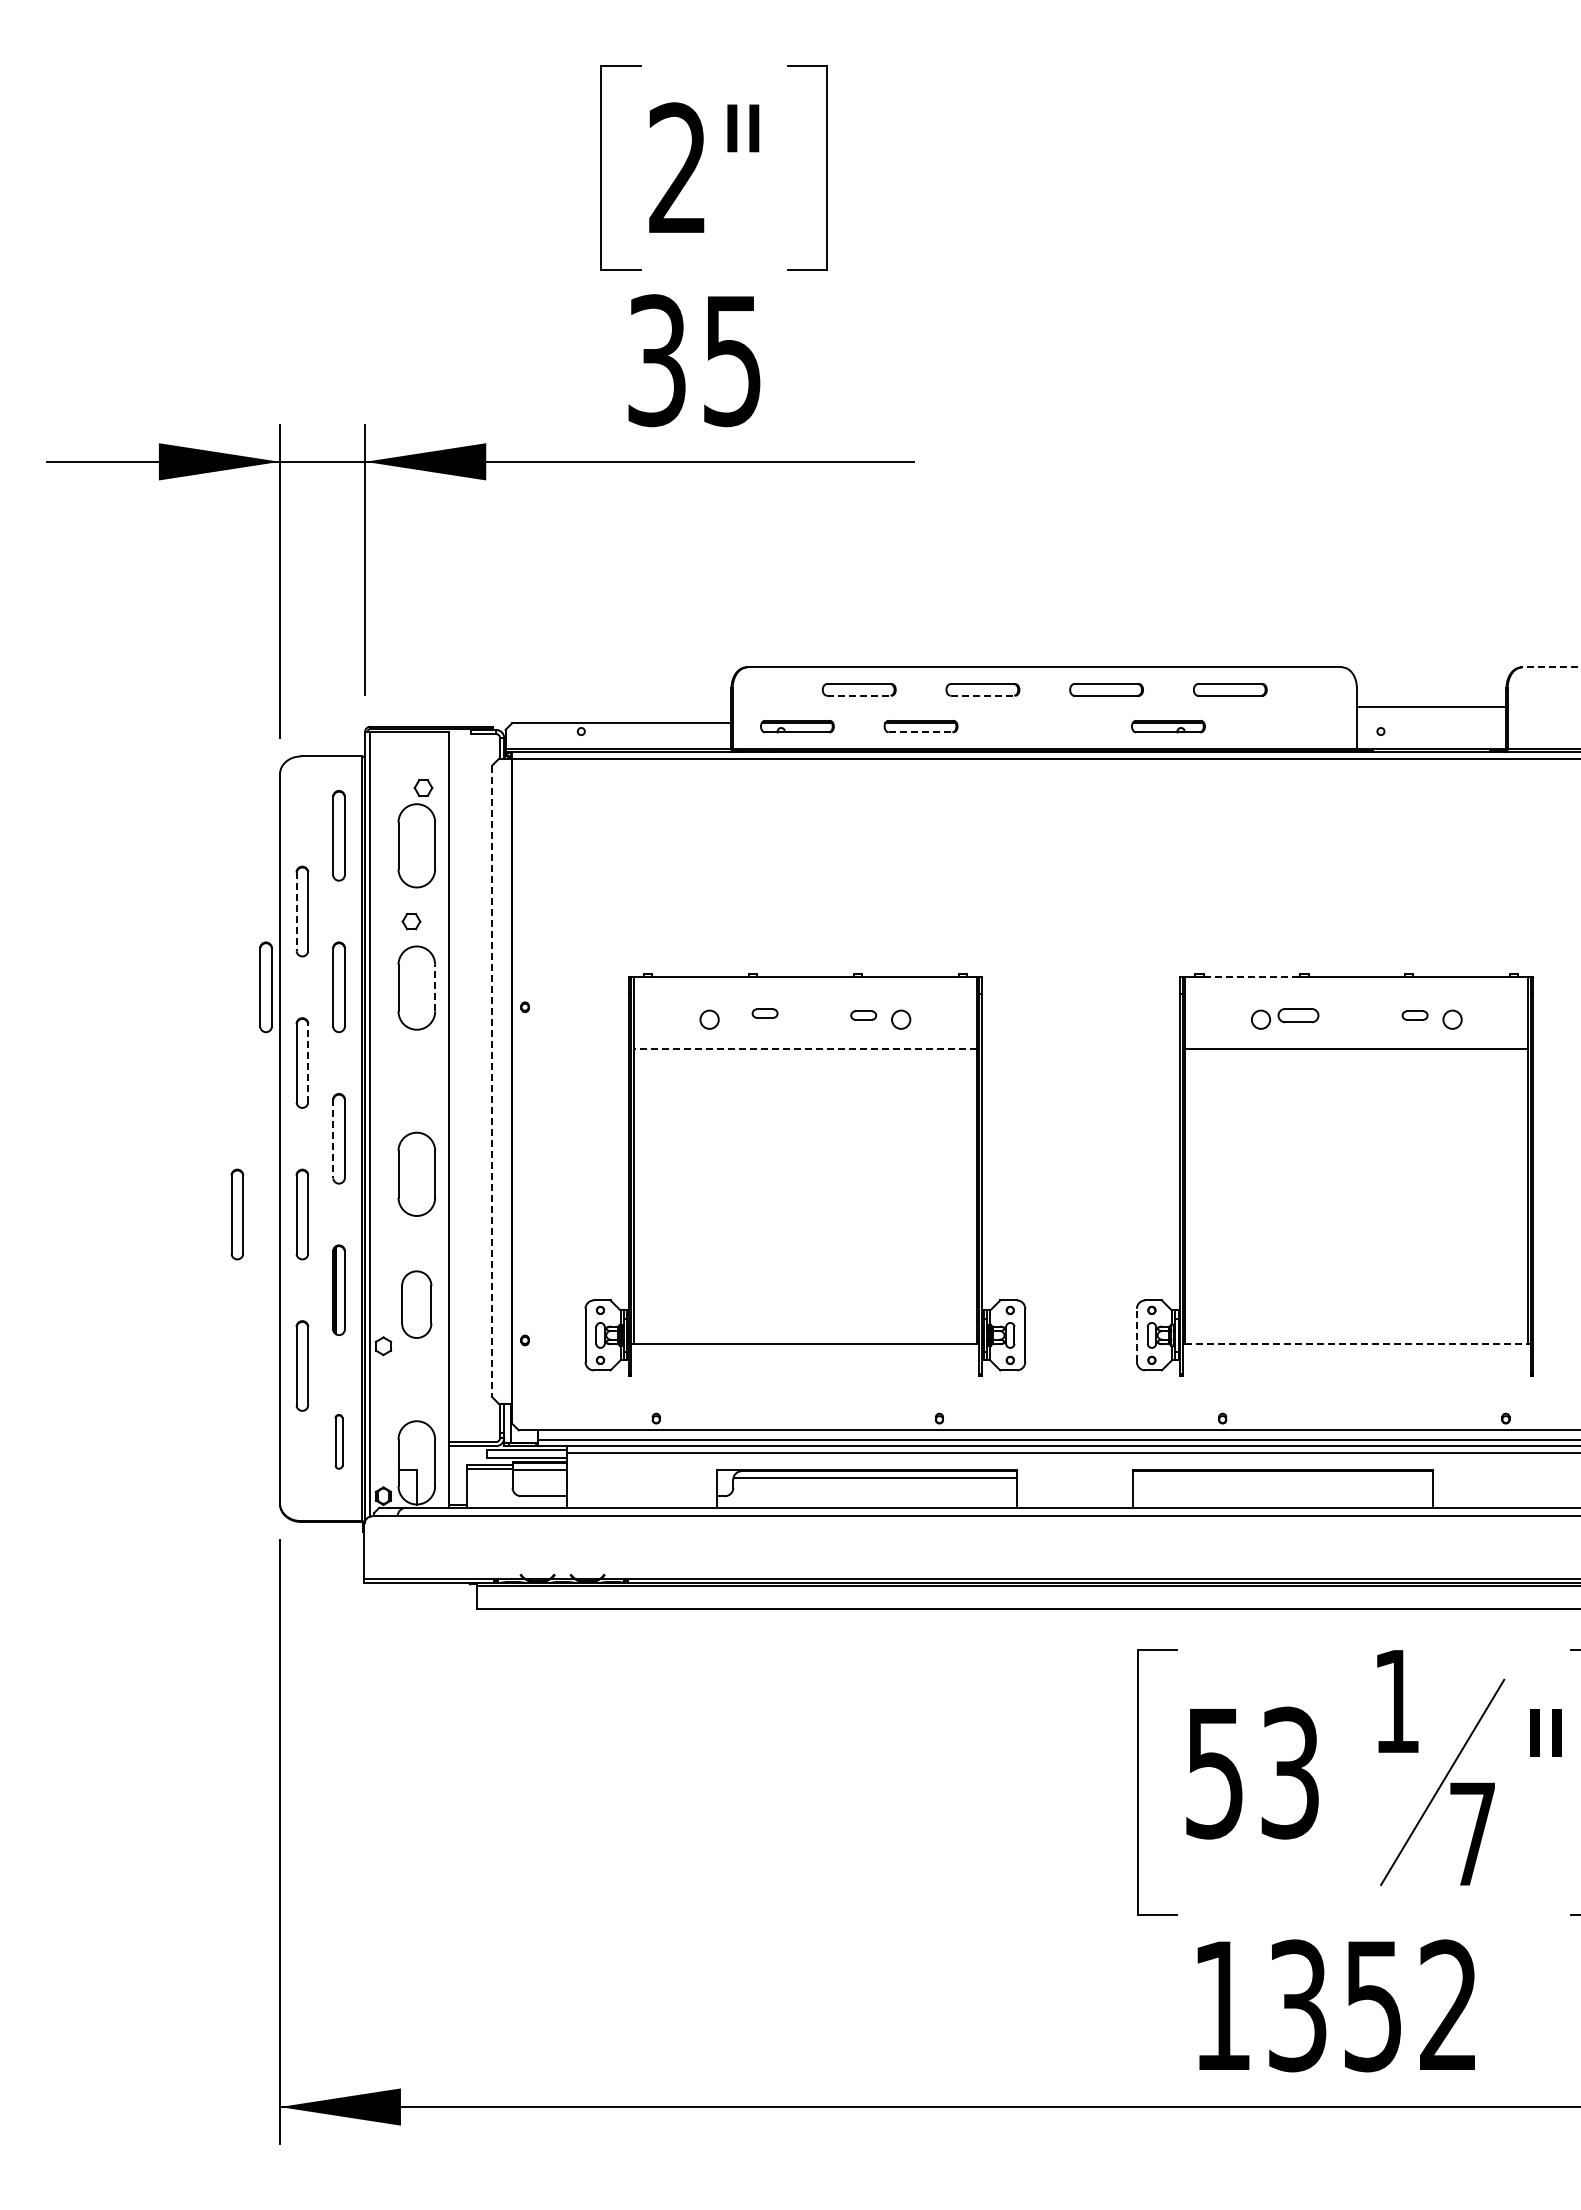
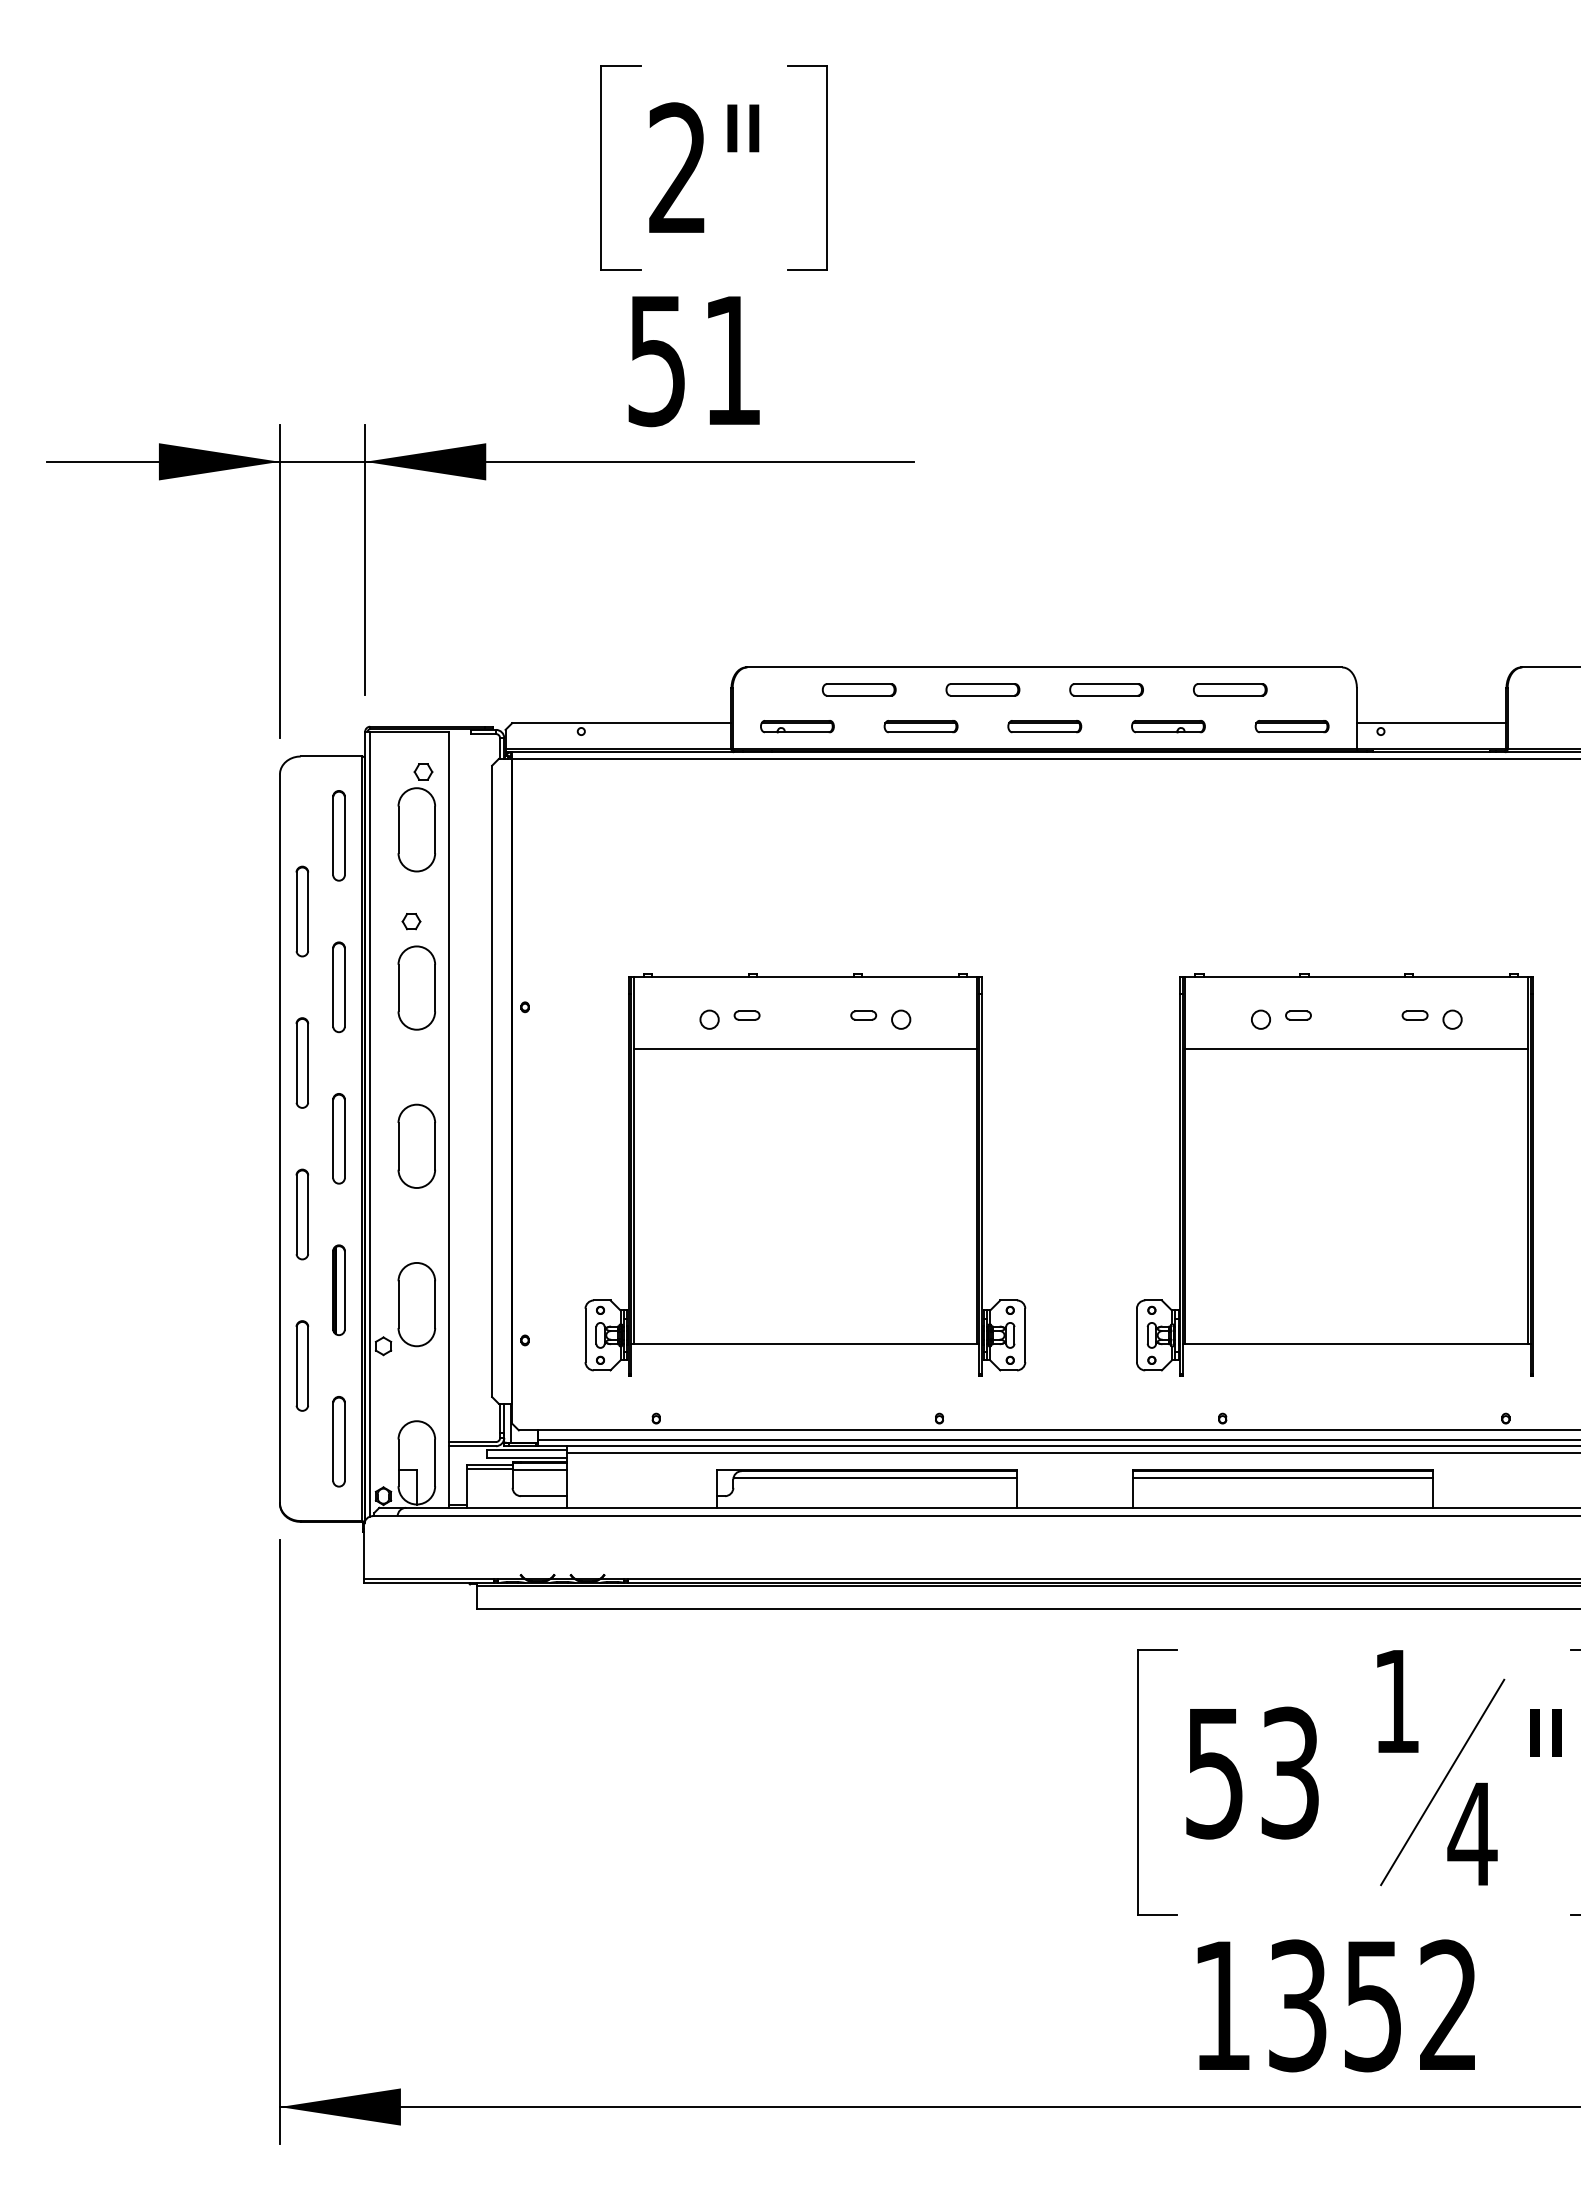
text at (694, 360): 35 -> 51
line at (1551, 667): dashed -> solid
line at (859, 695): dashed -> solid
line at (983, 695): dashed -> solid
line at (1431, 707) position: (1431, 707) -> (1431, 723)
part at (1044, 726): none -> present
part at (1291, 726): none -> present
line at (921, 732): dashed -> solid
part at (416, 833) position: (416, 833) -> (416, 817)
line at (296, 911): dashed -> solid
line at (1252, 977): dashed -> solid
part at (265, 987): present -> none
line at (435, 987): dashed -> solid
part at (764, 1013) position: (764, 1013) -> (746, 1015)
part at (1298, 1015) size: 43x16 px -> 27x11 px
line at (805, 1048): dashed -> solid
line at (308, 1063): dashed -> solid
line at (492, 1081): dashed -> solid
line at (333, 1138): dashed -> solid
part at (416, 1173) position: (416, 1173) -> (416, 1145)
part at (236, 1214): present -> none
part at (416, 1304) size: 32x69 px -> 39x86 px
line at (1136, 1335): dashed -> solid
line at (1356, 1343): dashed -> solid
part at (338, 1441) size: 10x56 px -> 14x92 px
line at (1283, 1477): none -> present
text at (1472, 1833): 7 -> 4
